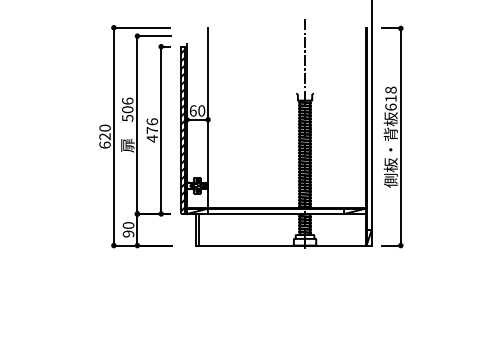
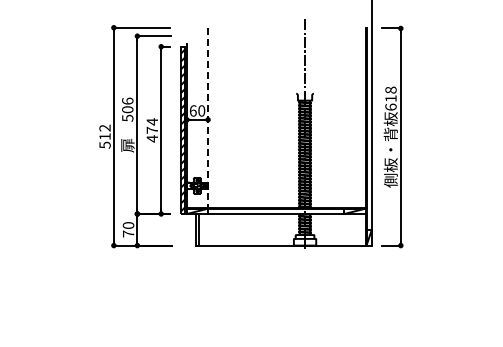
line at (208, 118): solid -> dashed
text at (152, 121): 476 -> 474
text at (104, 136): 620 -> 512
text at (128, 233): 90 -> 70
